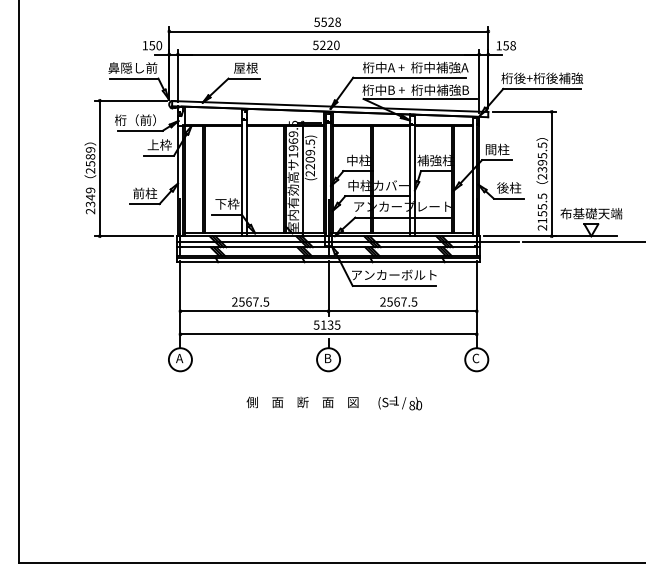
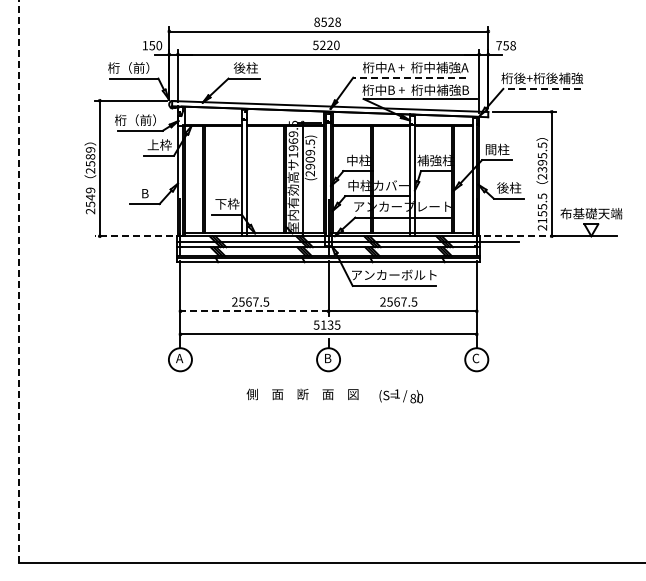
text at (316, 21): 5528 -> 8528
text at (498, 45): 158 -> 758
text at (132, 67): 鼻隠し前 -> 桁（前）
text at (245, 67): 屋根 -> 後柱
line at (409, 77): solid -> dashed
line at (542, 88): solid -> dashed
text at (310, 166): (2209.5) -> (2909.5)
text at (145, 193): 前柱 -> B
text at (89, 203): 2349 -> 2549
line at (133, 236): solid -> dashed
line at (520, 236): solid -> dashed
line at (582, 242): present -> none
line at (19, 281): solid -> dashed
line at (254, 311): solid -> dashed
text at (302, 402) position: (302, 402) -> (302, 394)
text at (400, 403) position: (400, 403) -> (401, 396)
